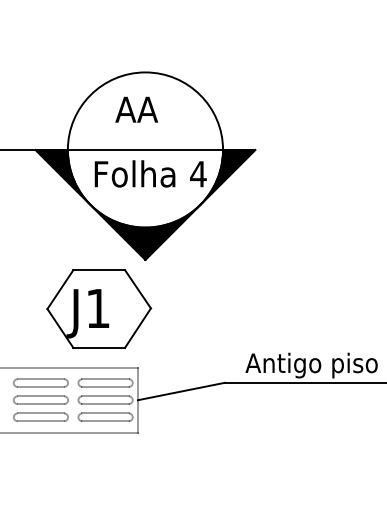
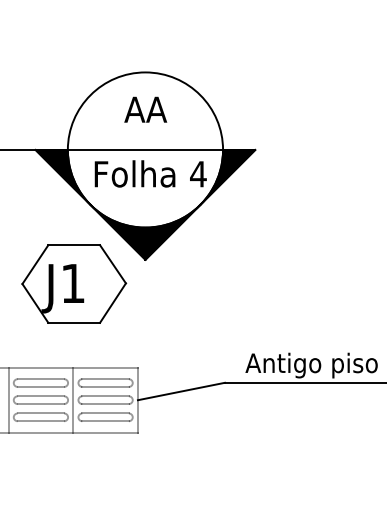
text at (136, 109) position: (136, 109) -> (145, 109)
part at (99, 308) position: (99, 308) -> (74, 283)
line at (8, 399): none -> present
line at (73, 399): none -> present
